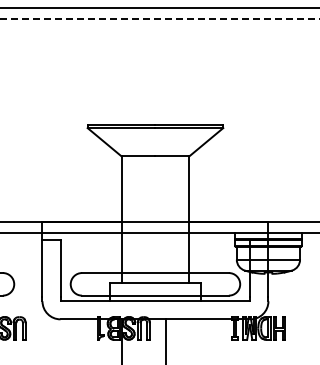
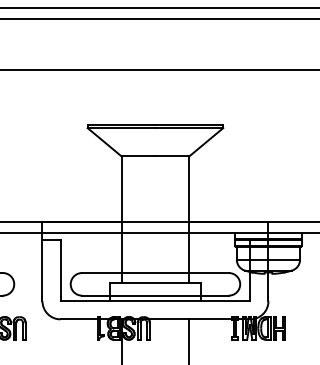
line at (160, 18): dashed -> solid
line at (159, 69): none -> present
line at (166, 340) position: (166, 340) -> (189, 340)
